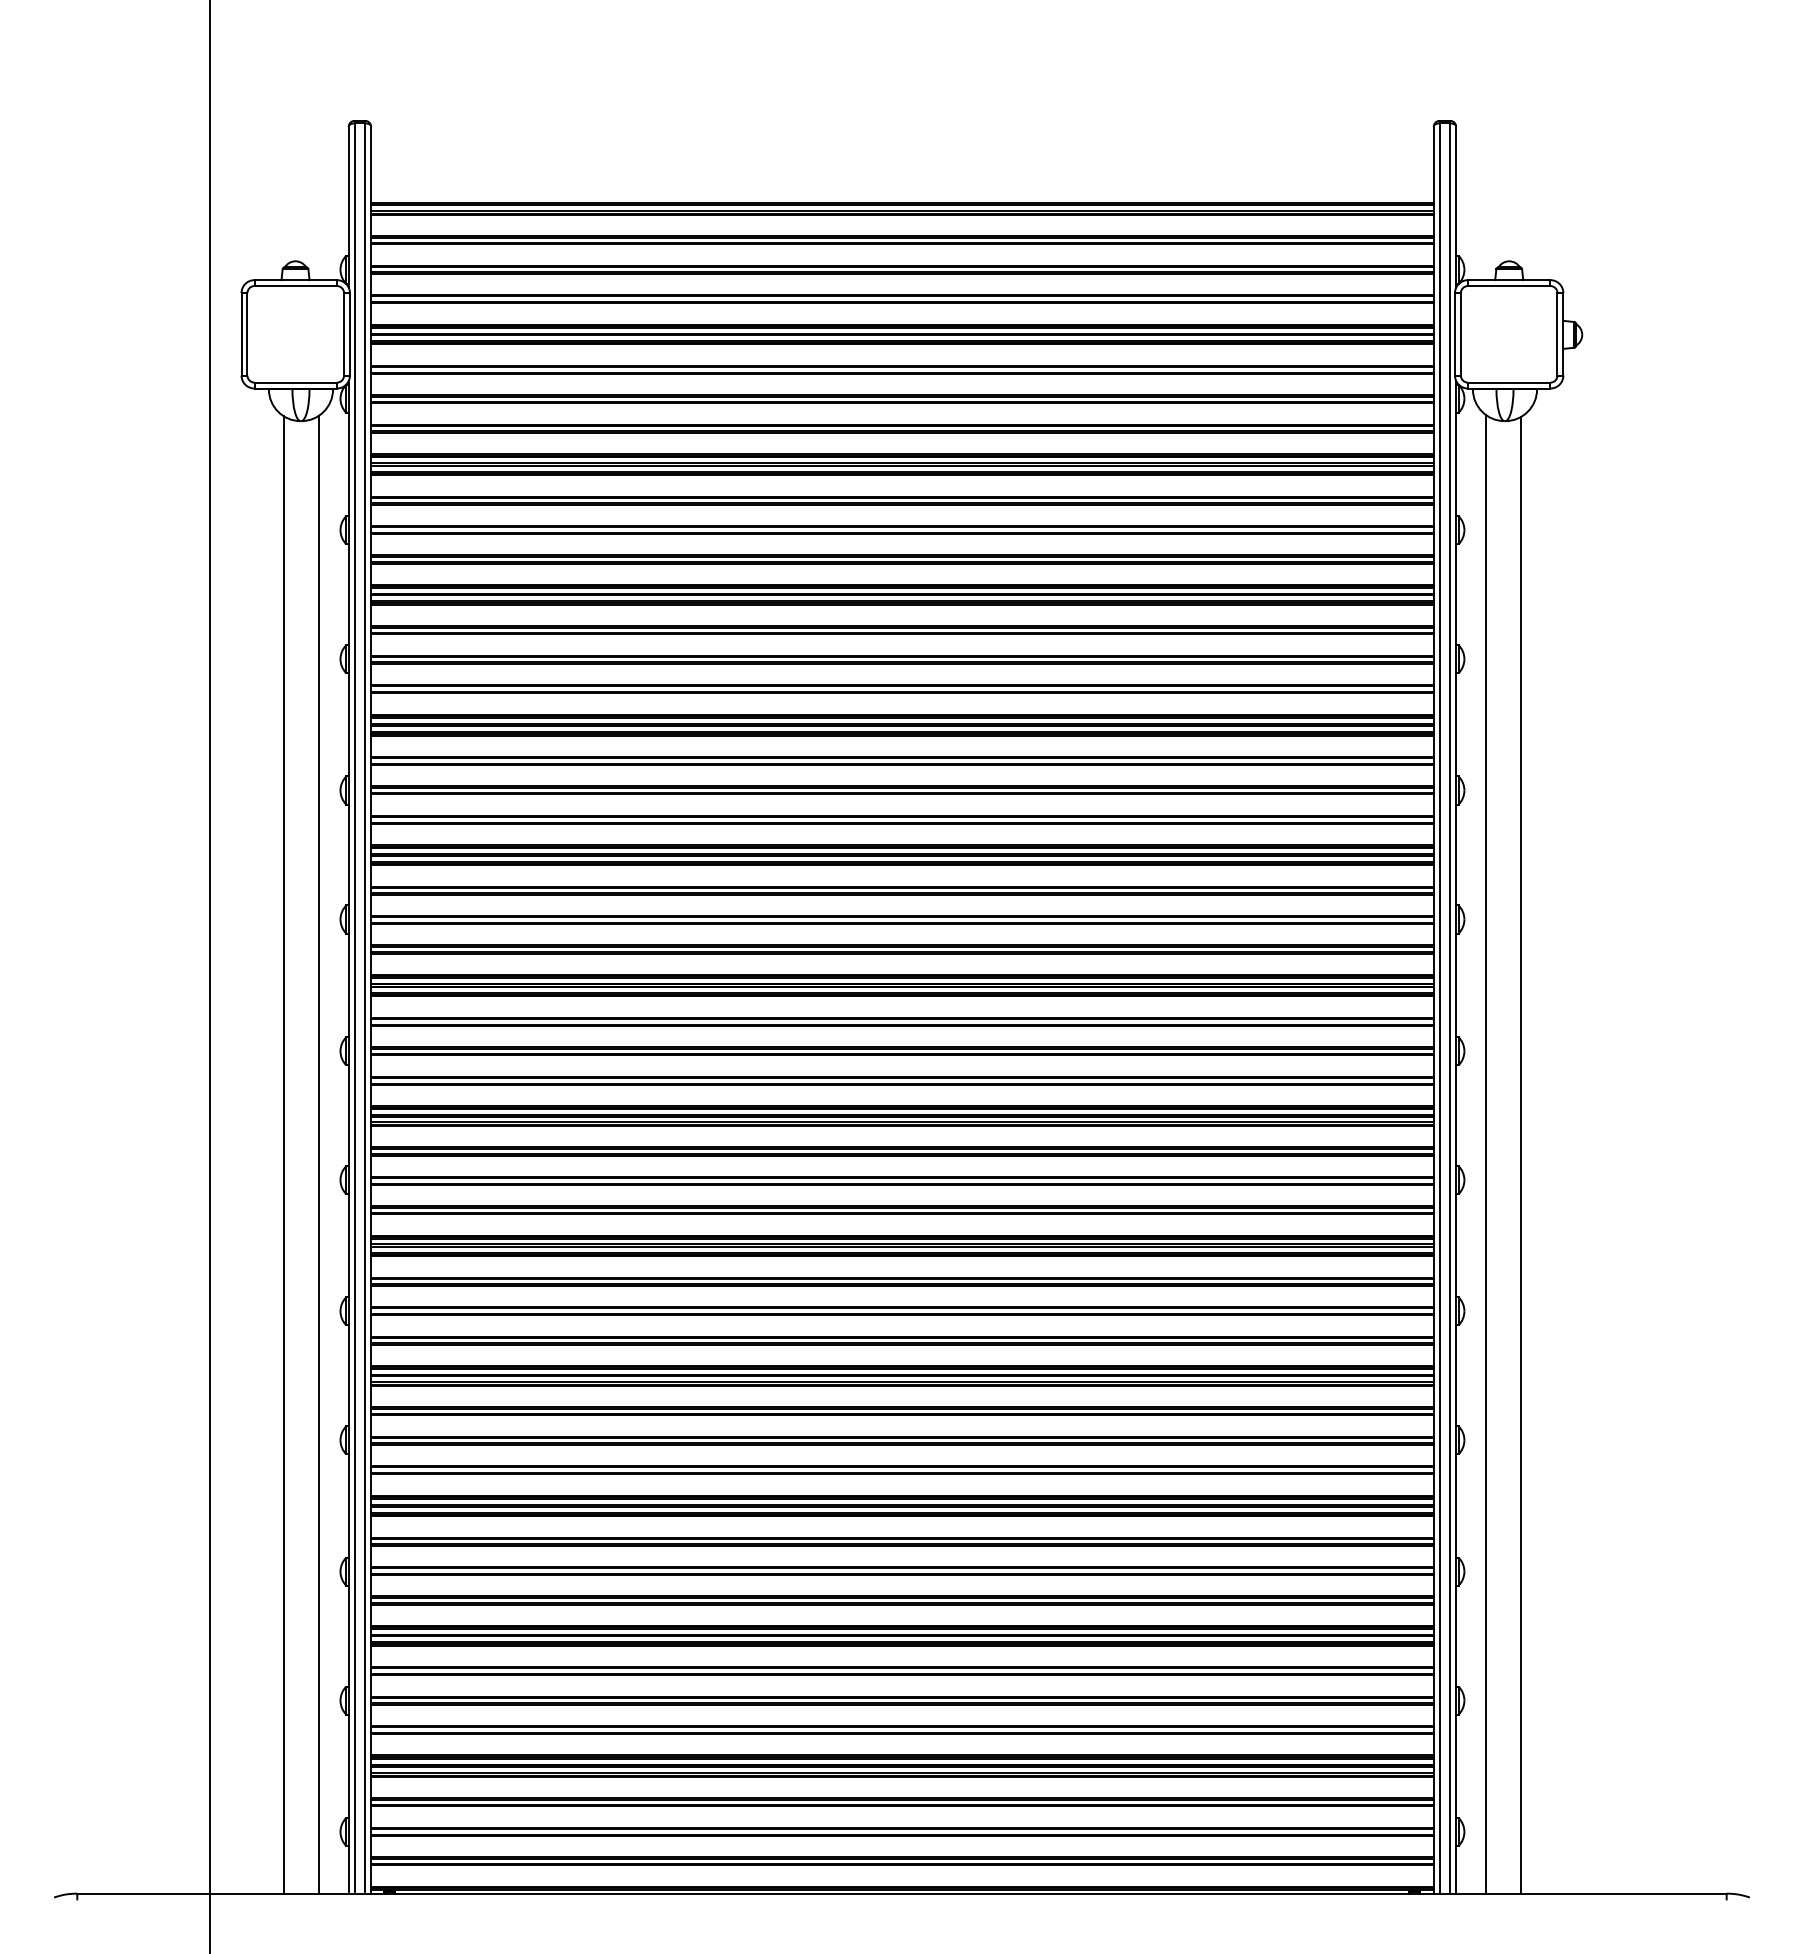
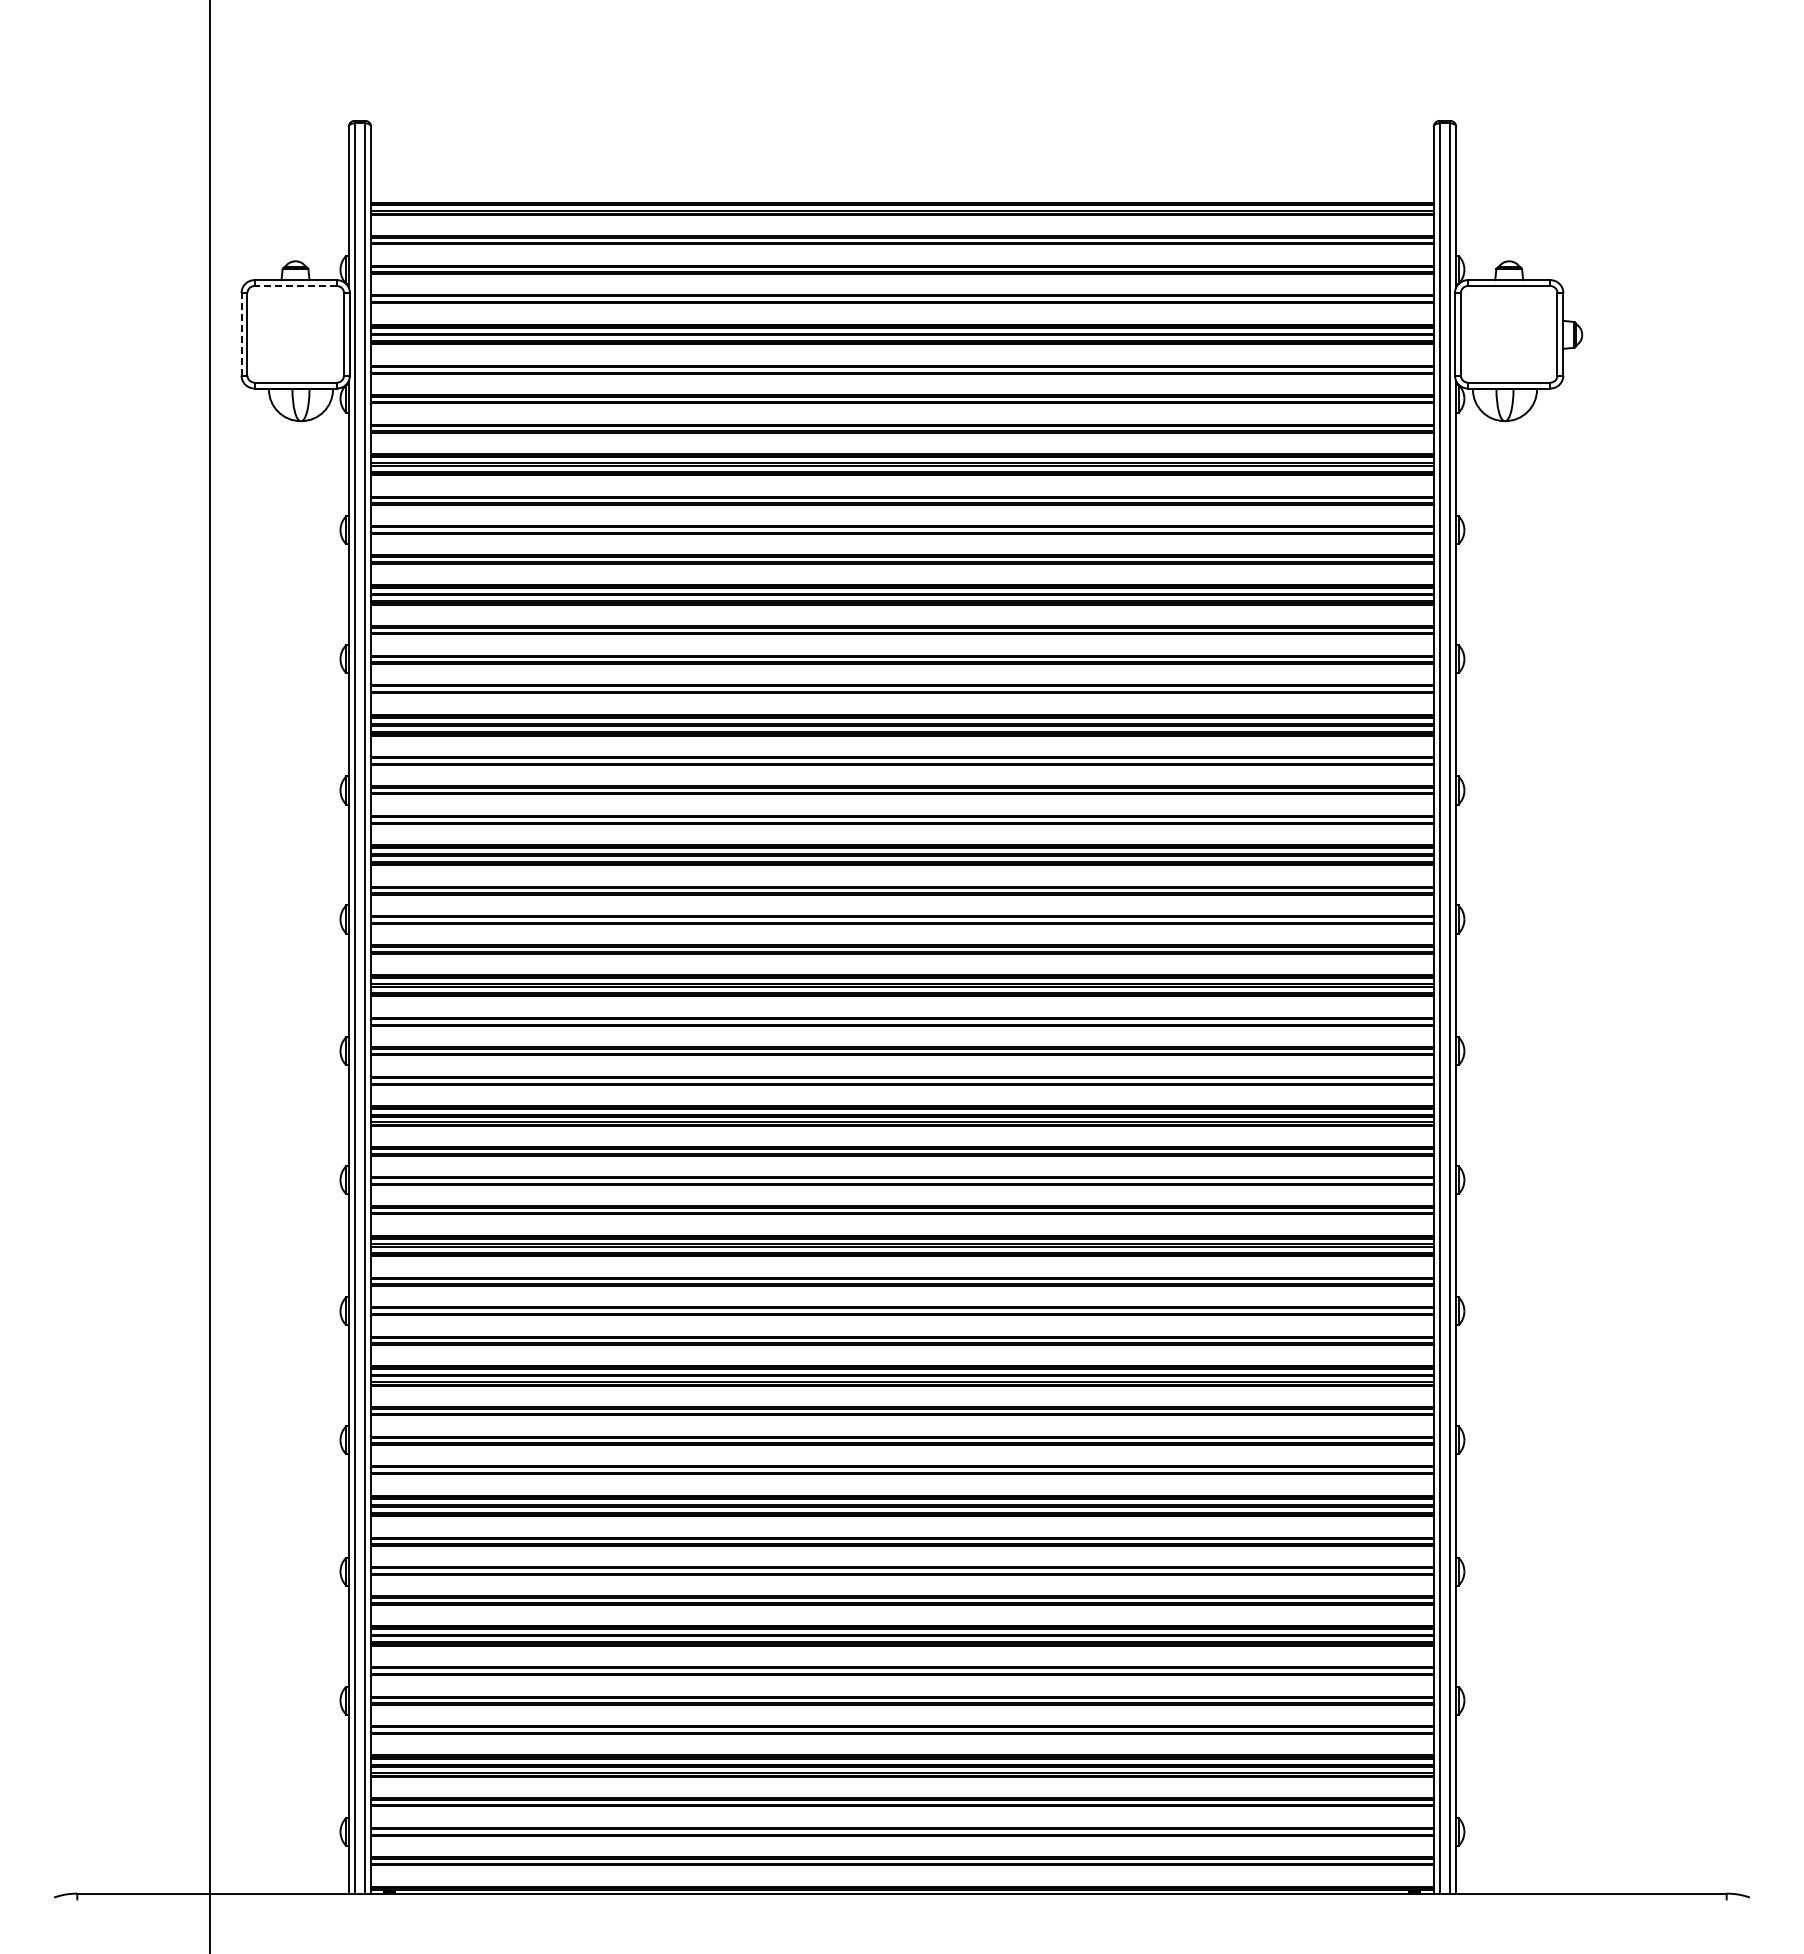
line at (295, 286): solid -> dashed
line at (241, 333): solid -> dashed
line at (1485, 1153): present -> none
line at (283, 1154): present -> none
line at (319, 1154): present -> none
line at (1520, 1155): present -> none
